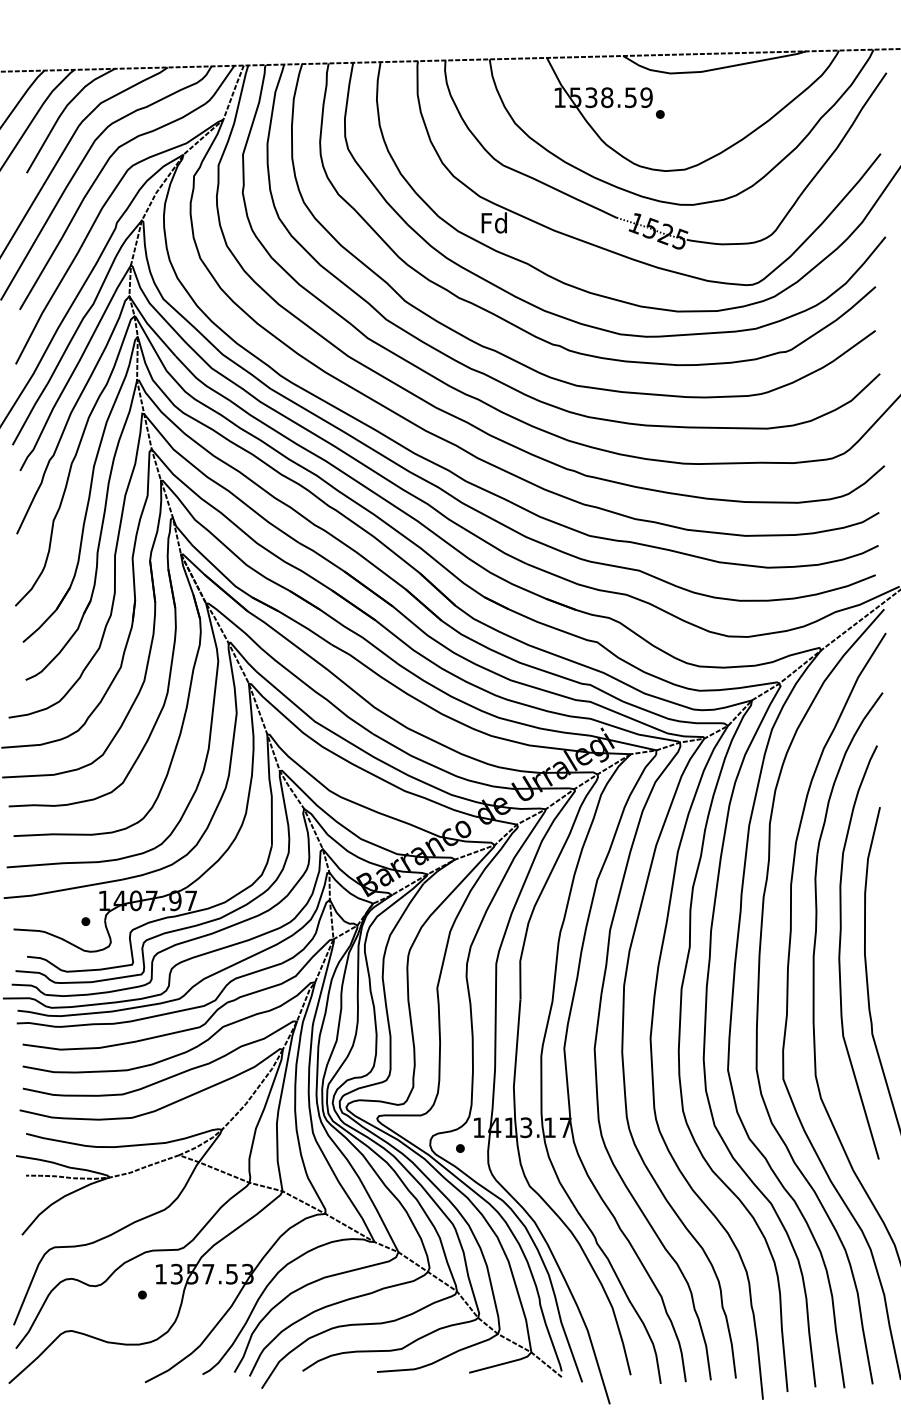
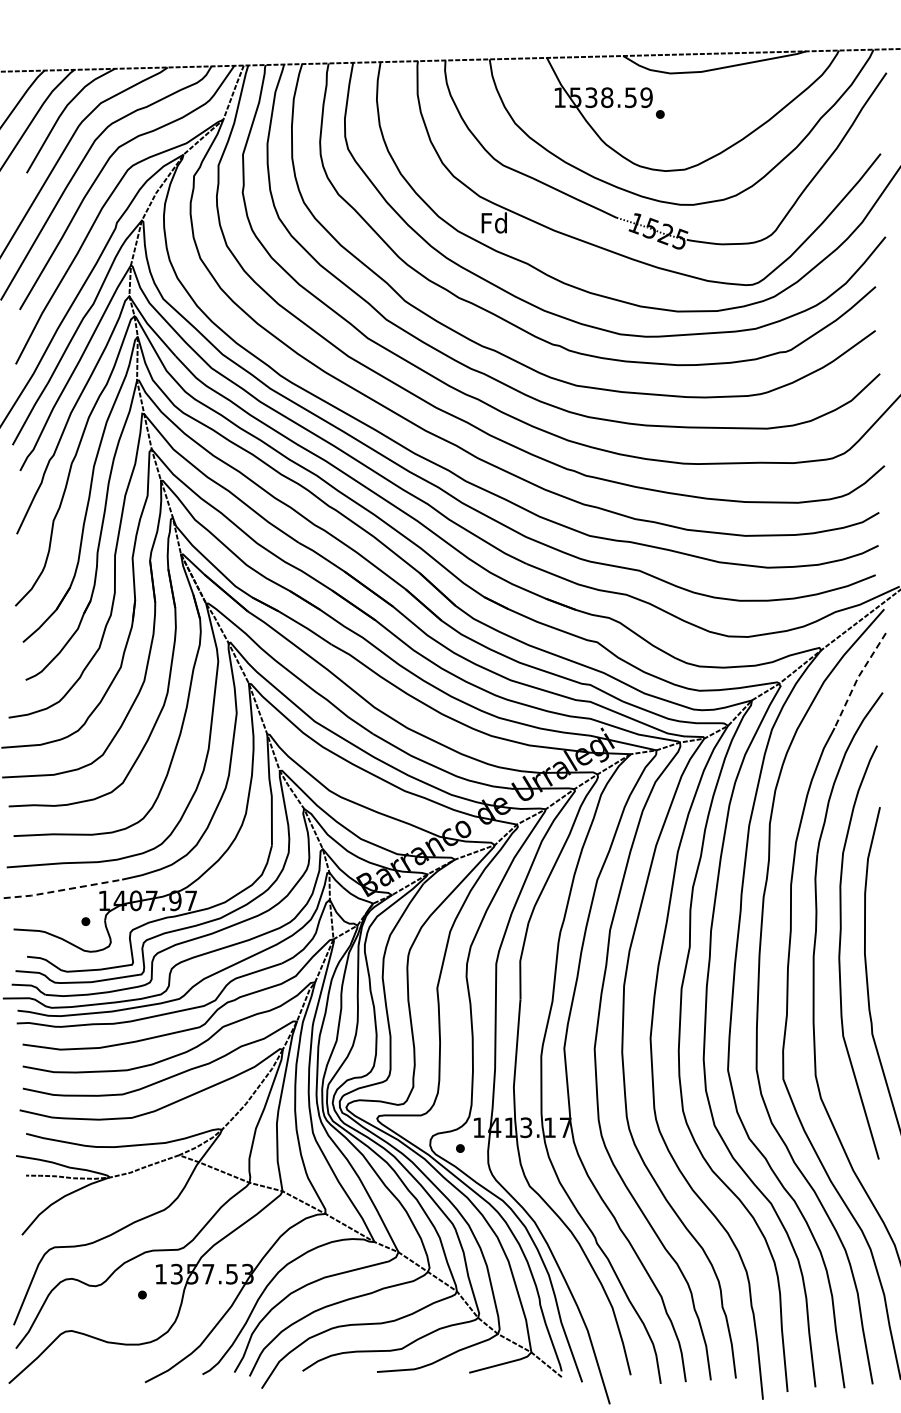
line at (857, 678): solid -> dashed
line at (62, 890): solid -> dashed
